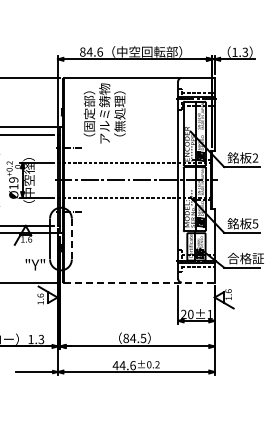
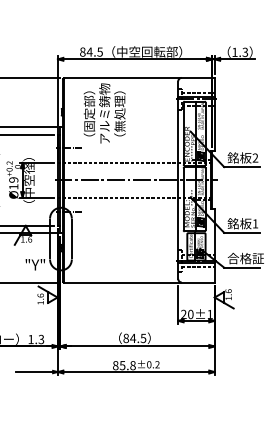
text at (99, 51): 84.6 -> 84.5
text at (255, 223): 5 -> 1
line at (71, 239): dashed -> solid
line at (139, 282): dashed -> solid
text at (123, 365): 44.6 -> 85.8
